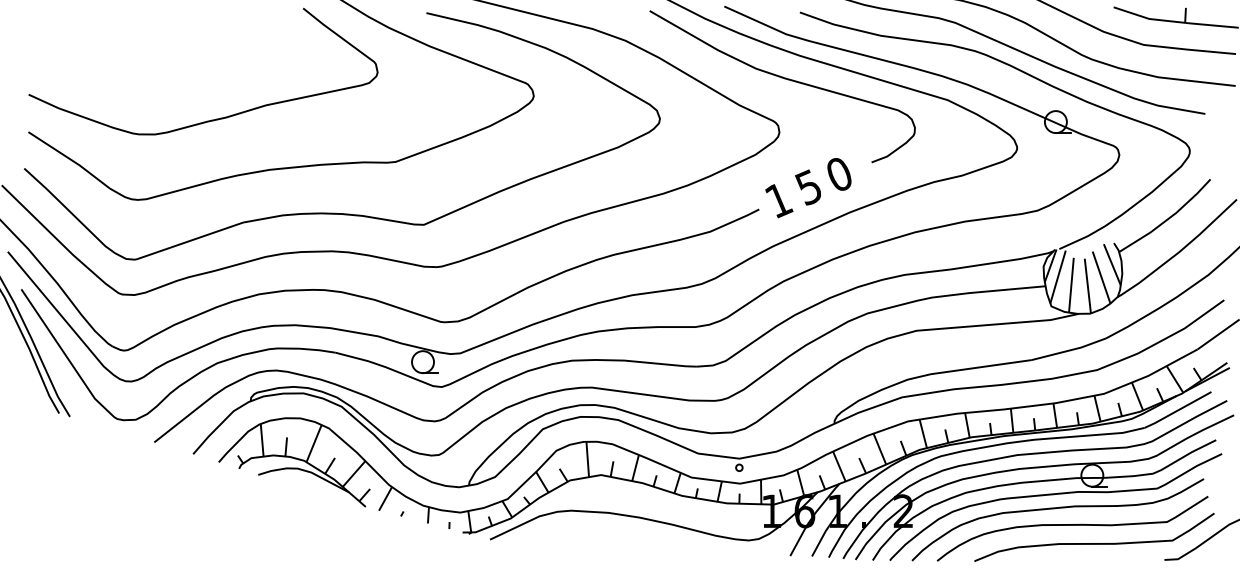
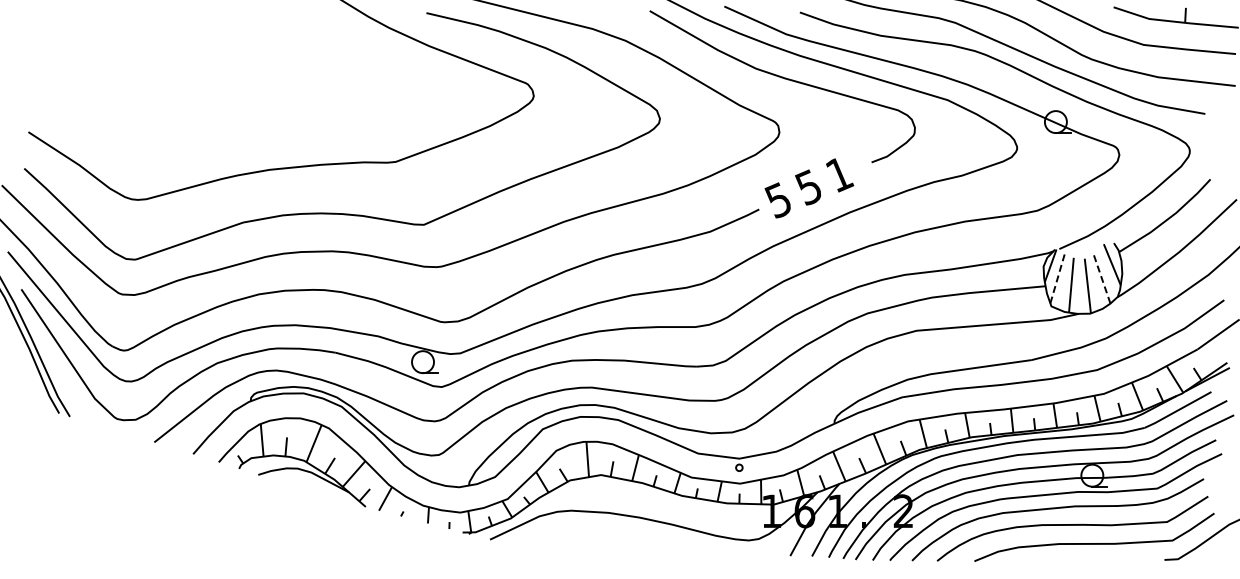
curve at (211, 119): present -> none
text at (840, 175): 0 -> 1
text at (778, 200): 1 -> 5
line at (1058, 276): solid -> dashed
line at (1101, 277): solid -> dashed
